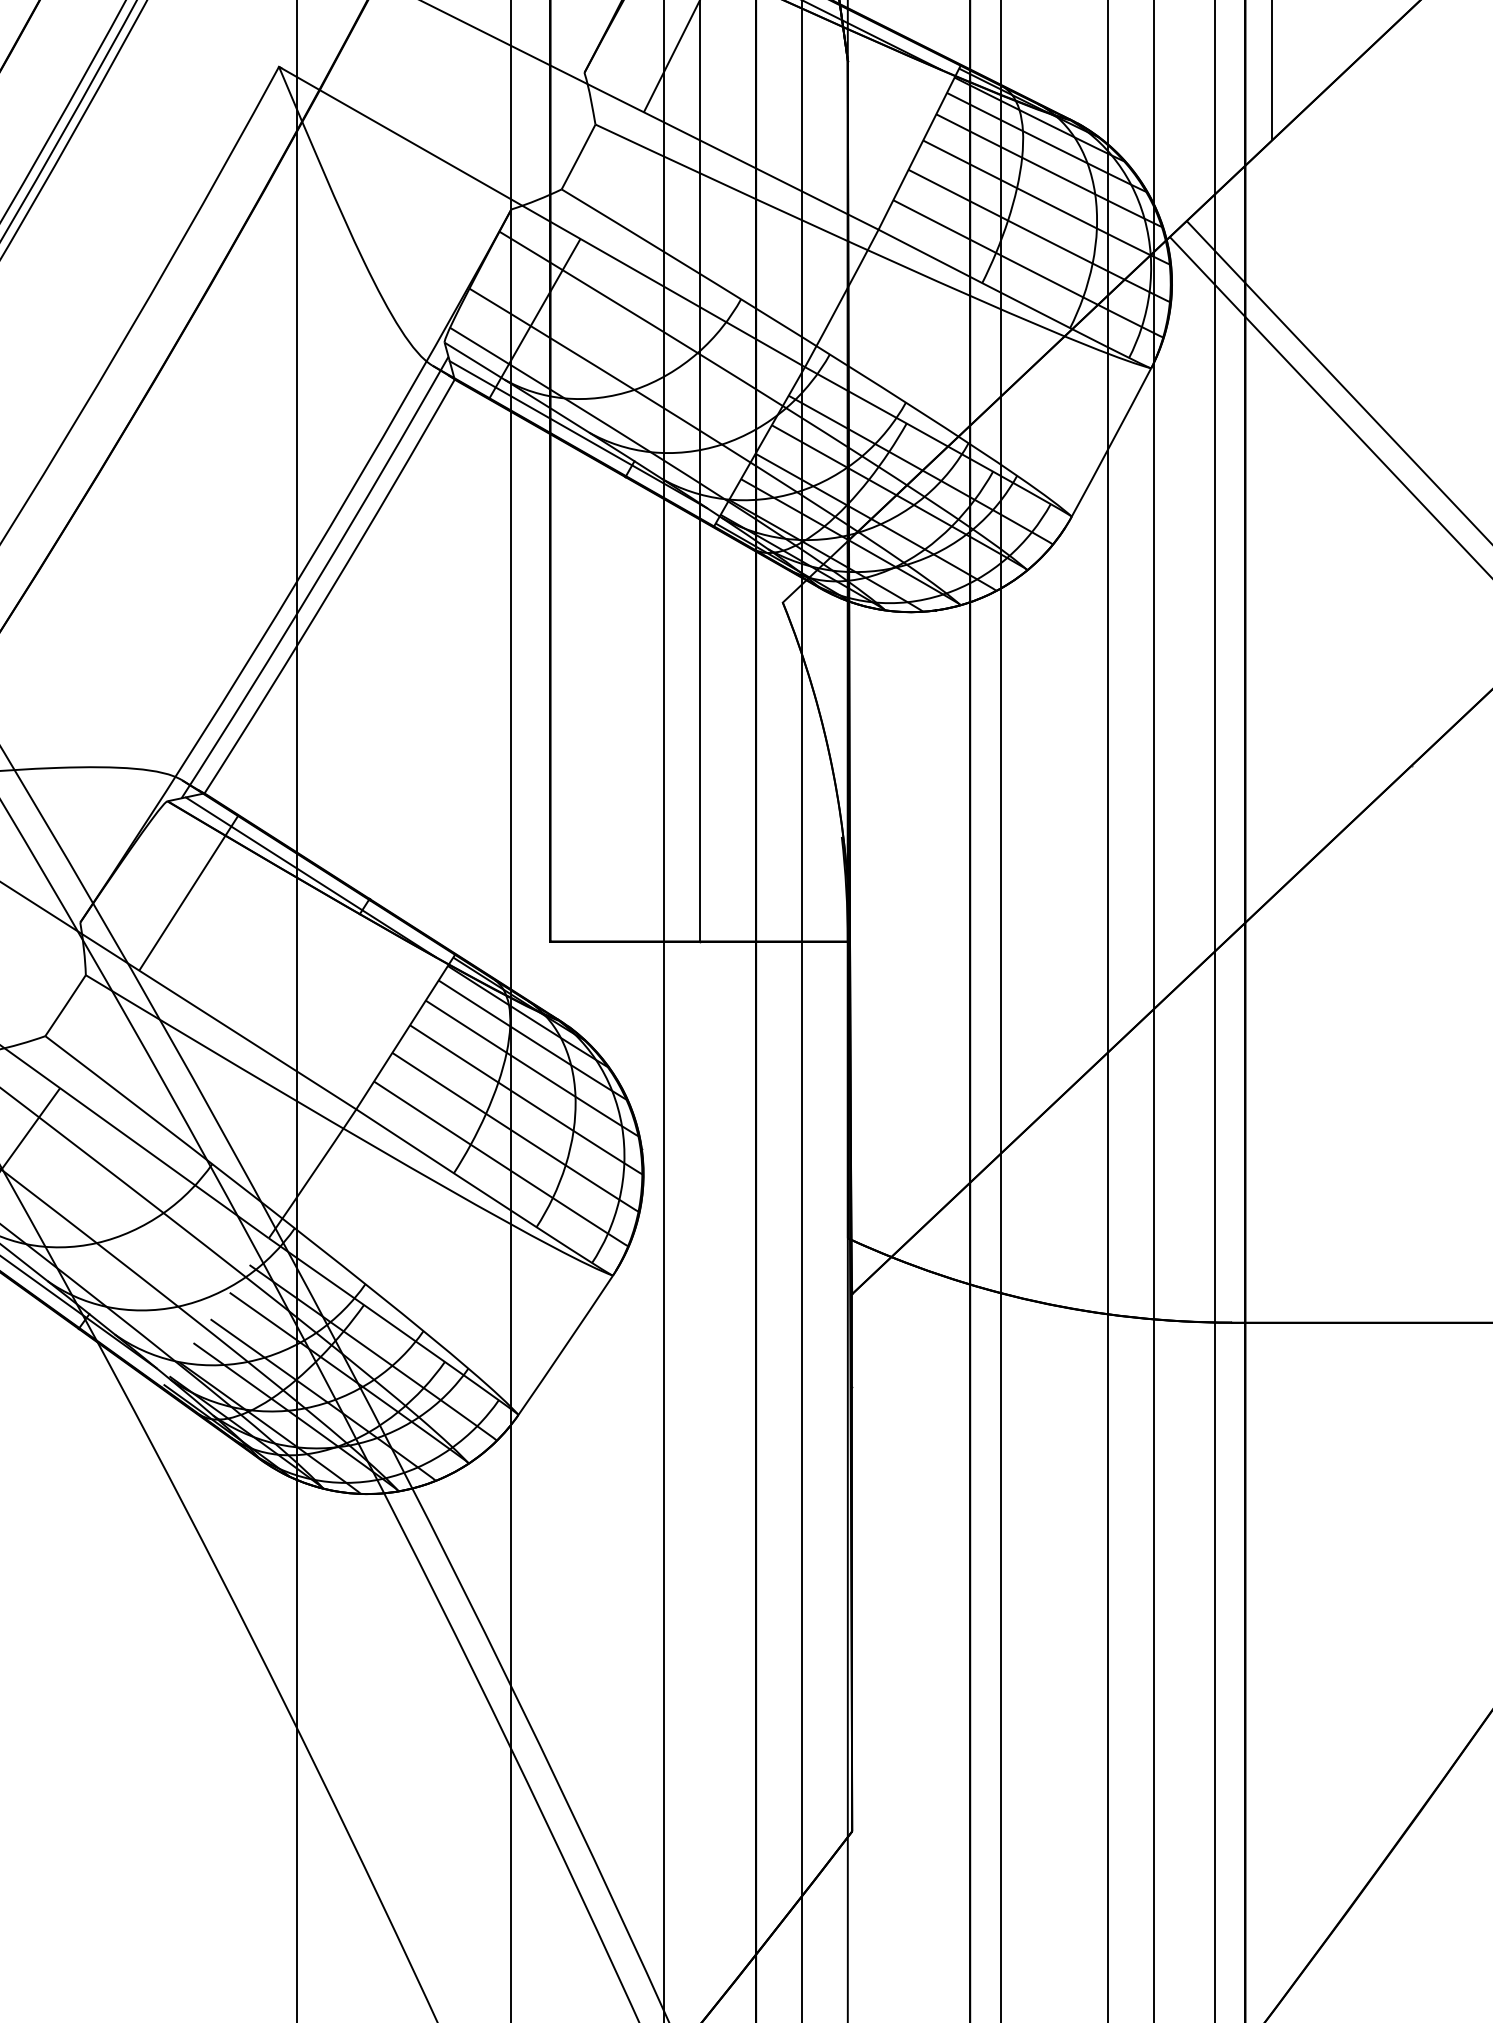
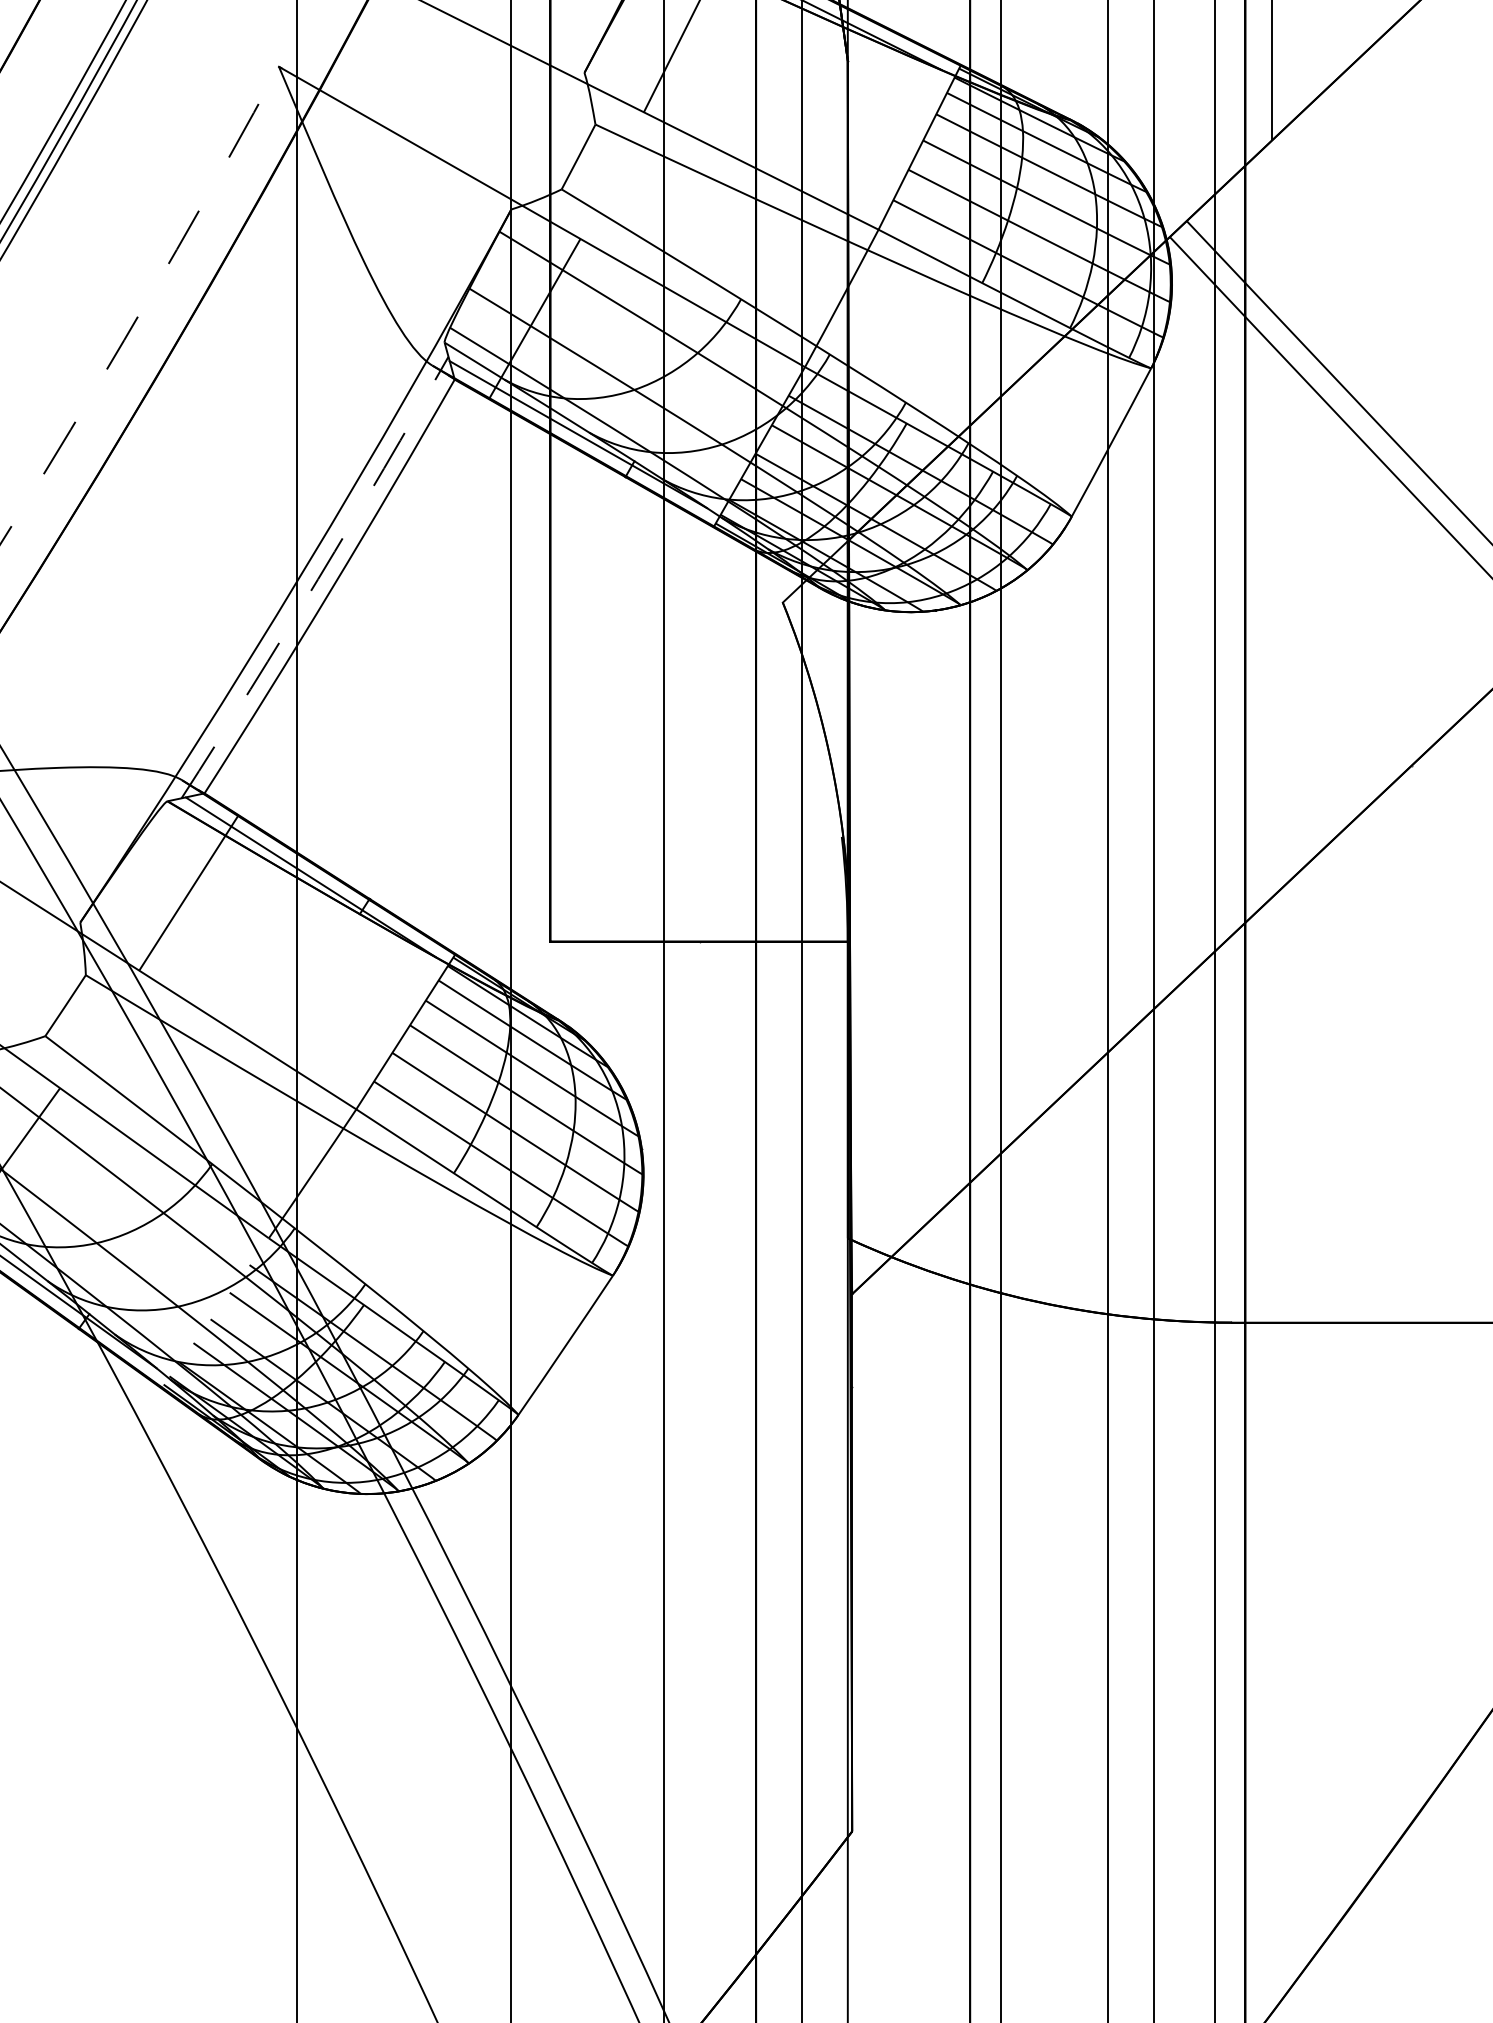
arc at (143, 307): solid -> dashed
line at (700, 471): present -> none
arc at (318, 579): solid -> dashed
